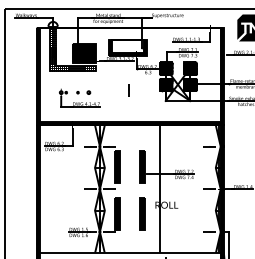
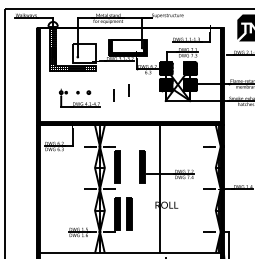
hatch at (83, 53): present -> none
line at (113, 95): none -> present
part at (142, 213) position: (142, 213) -> (129, 213)
